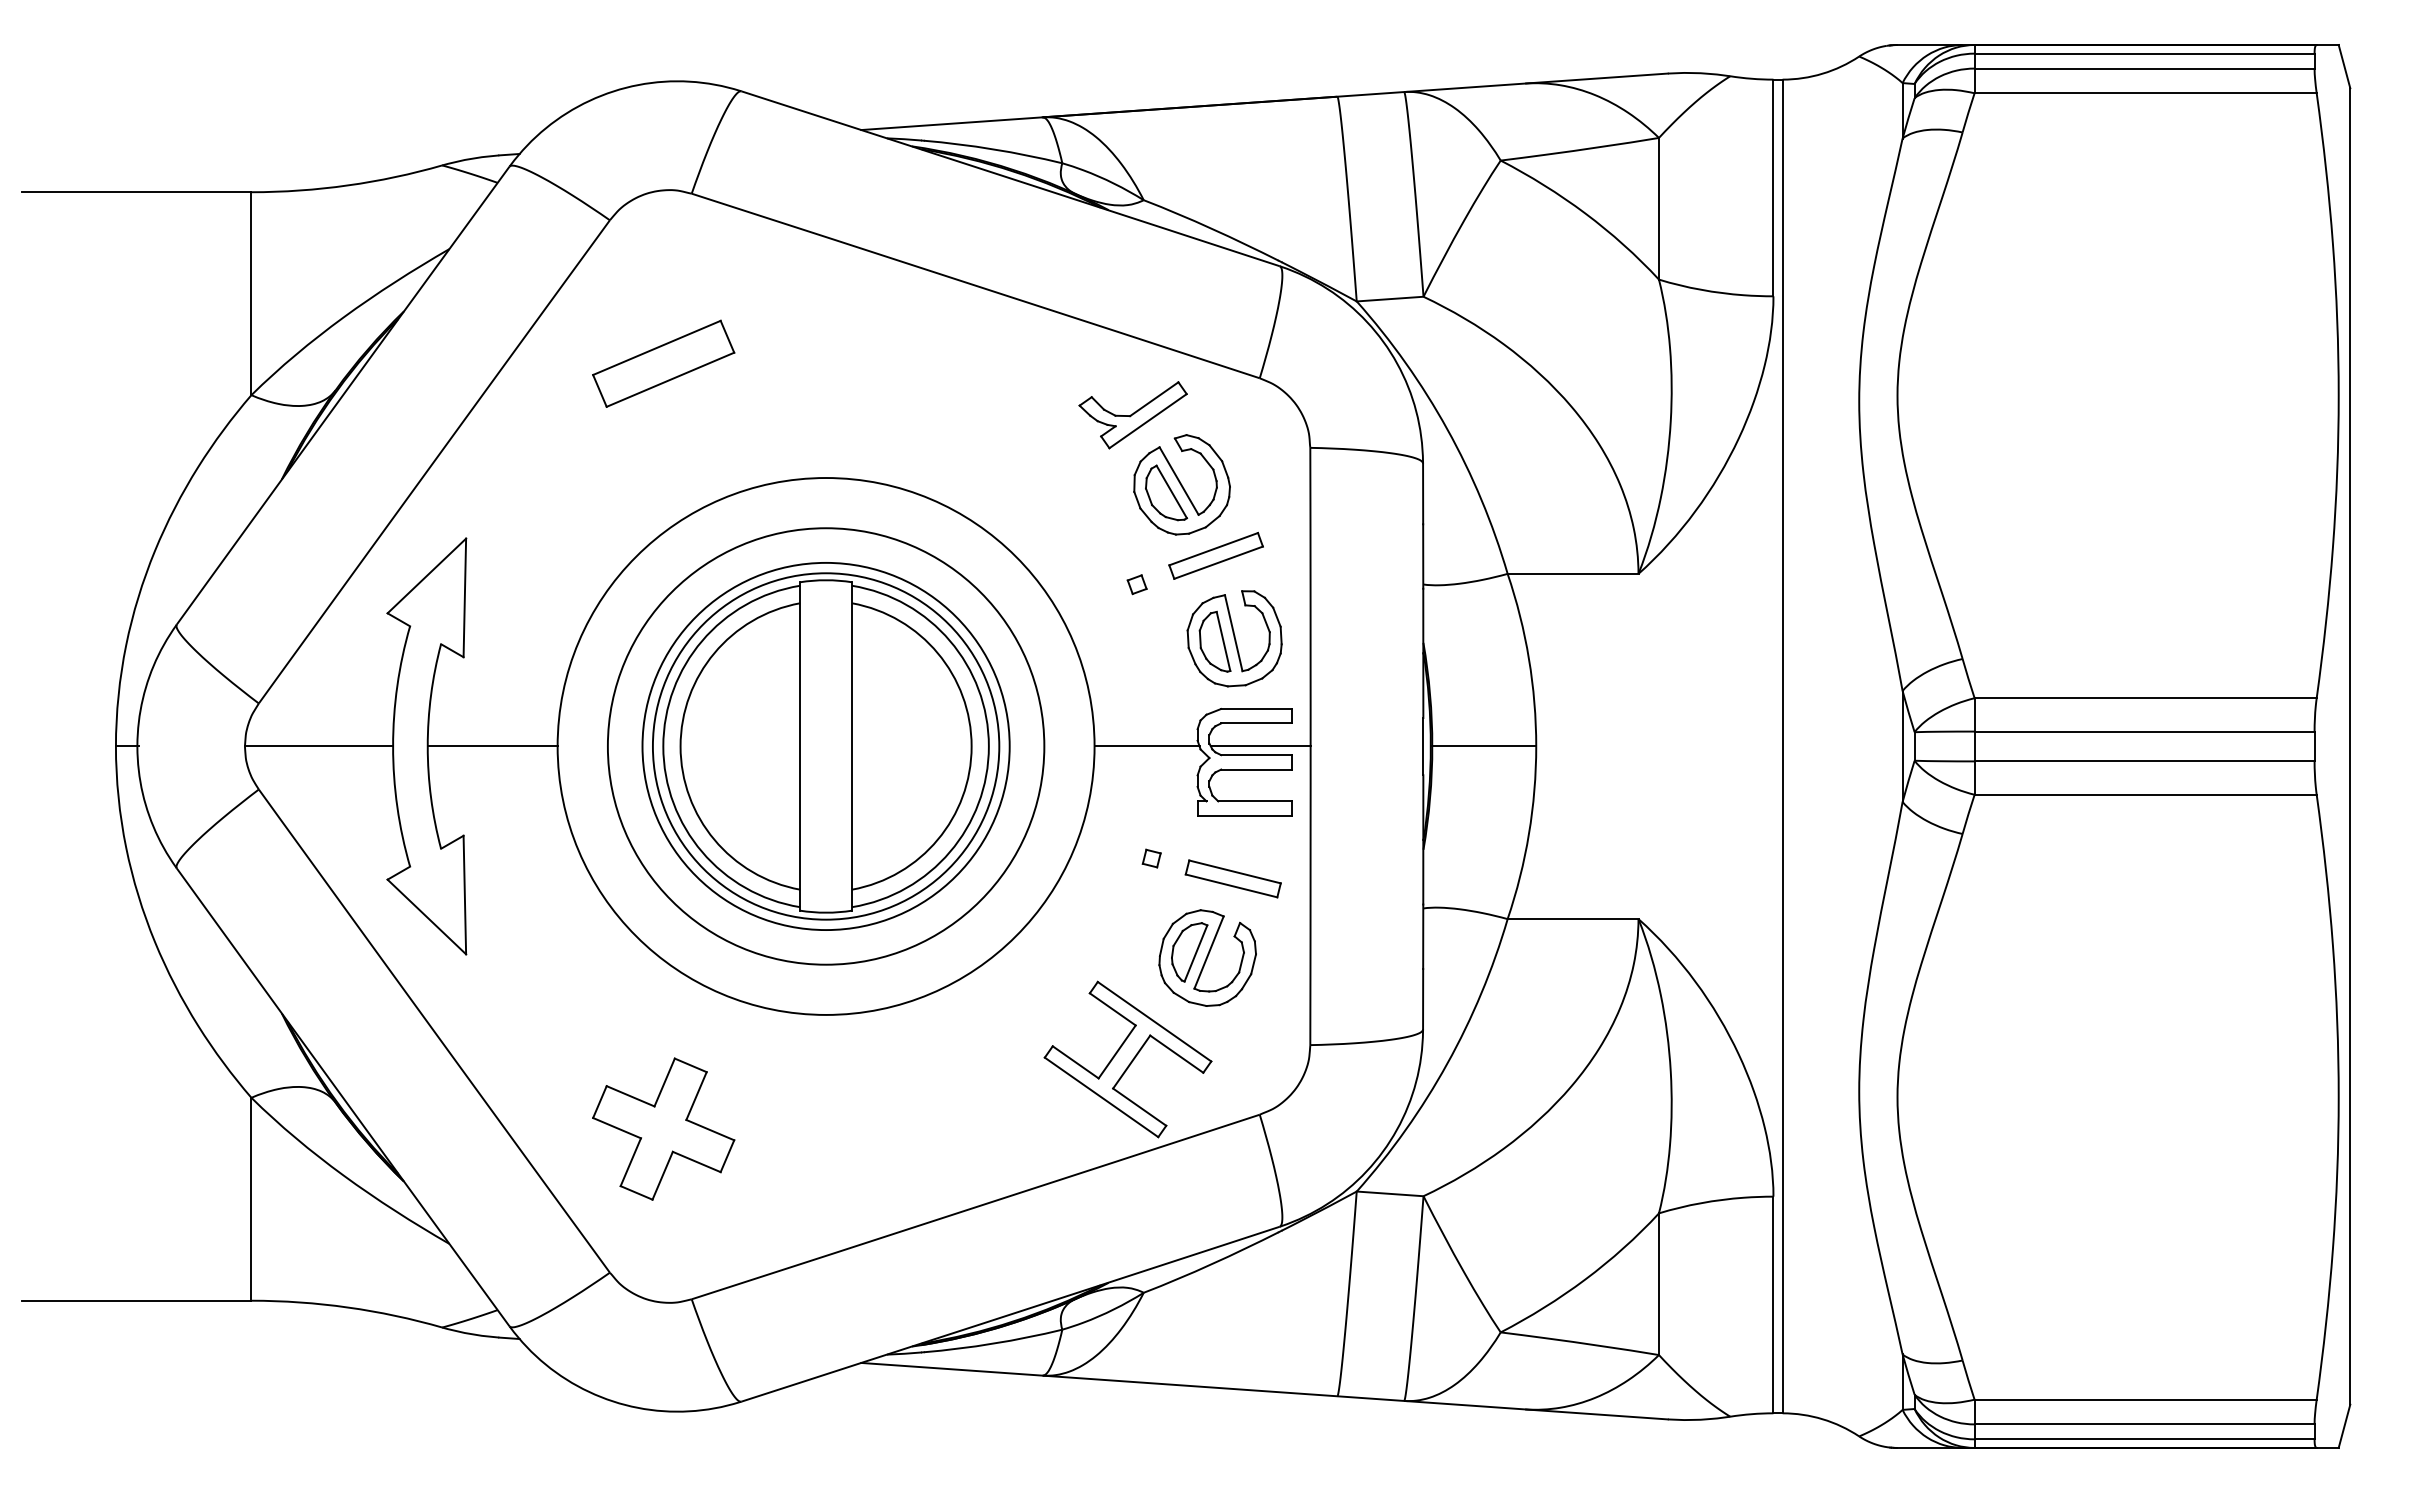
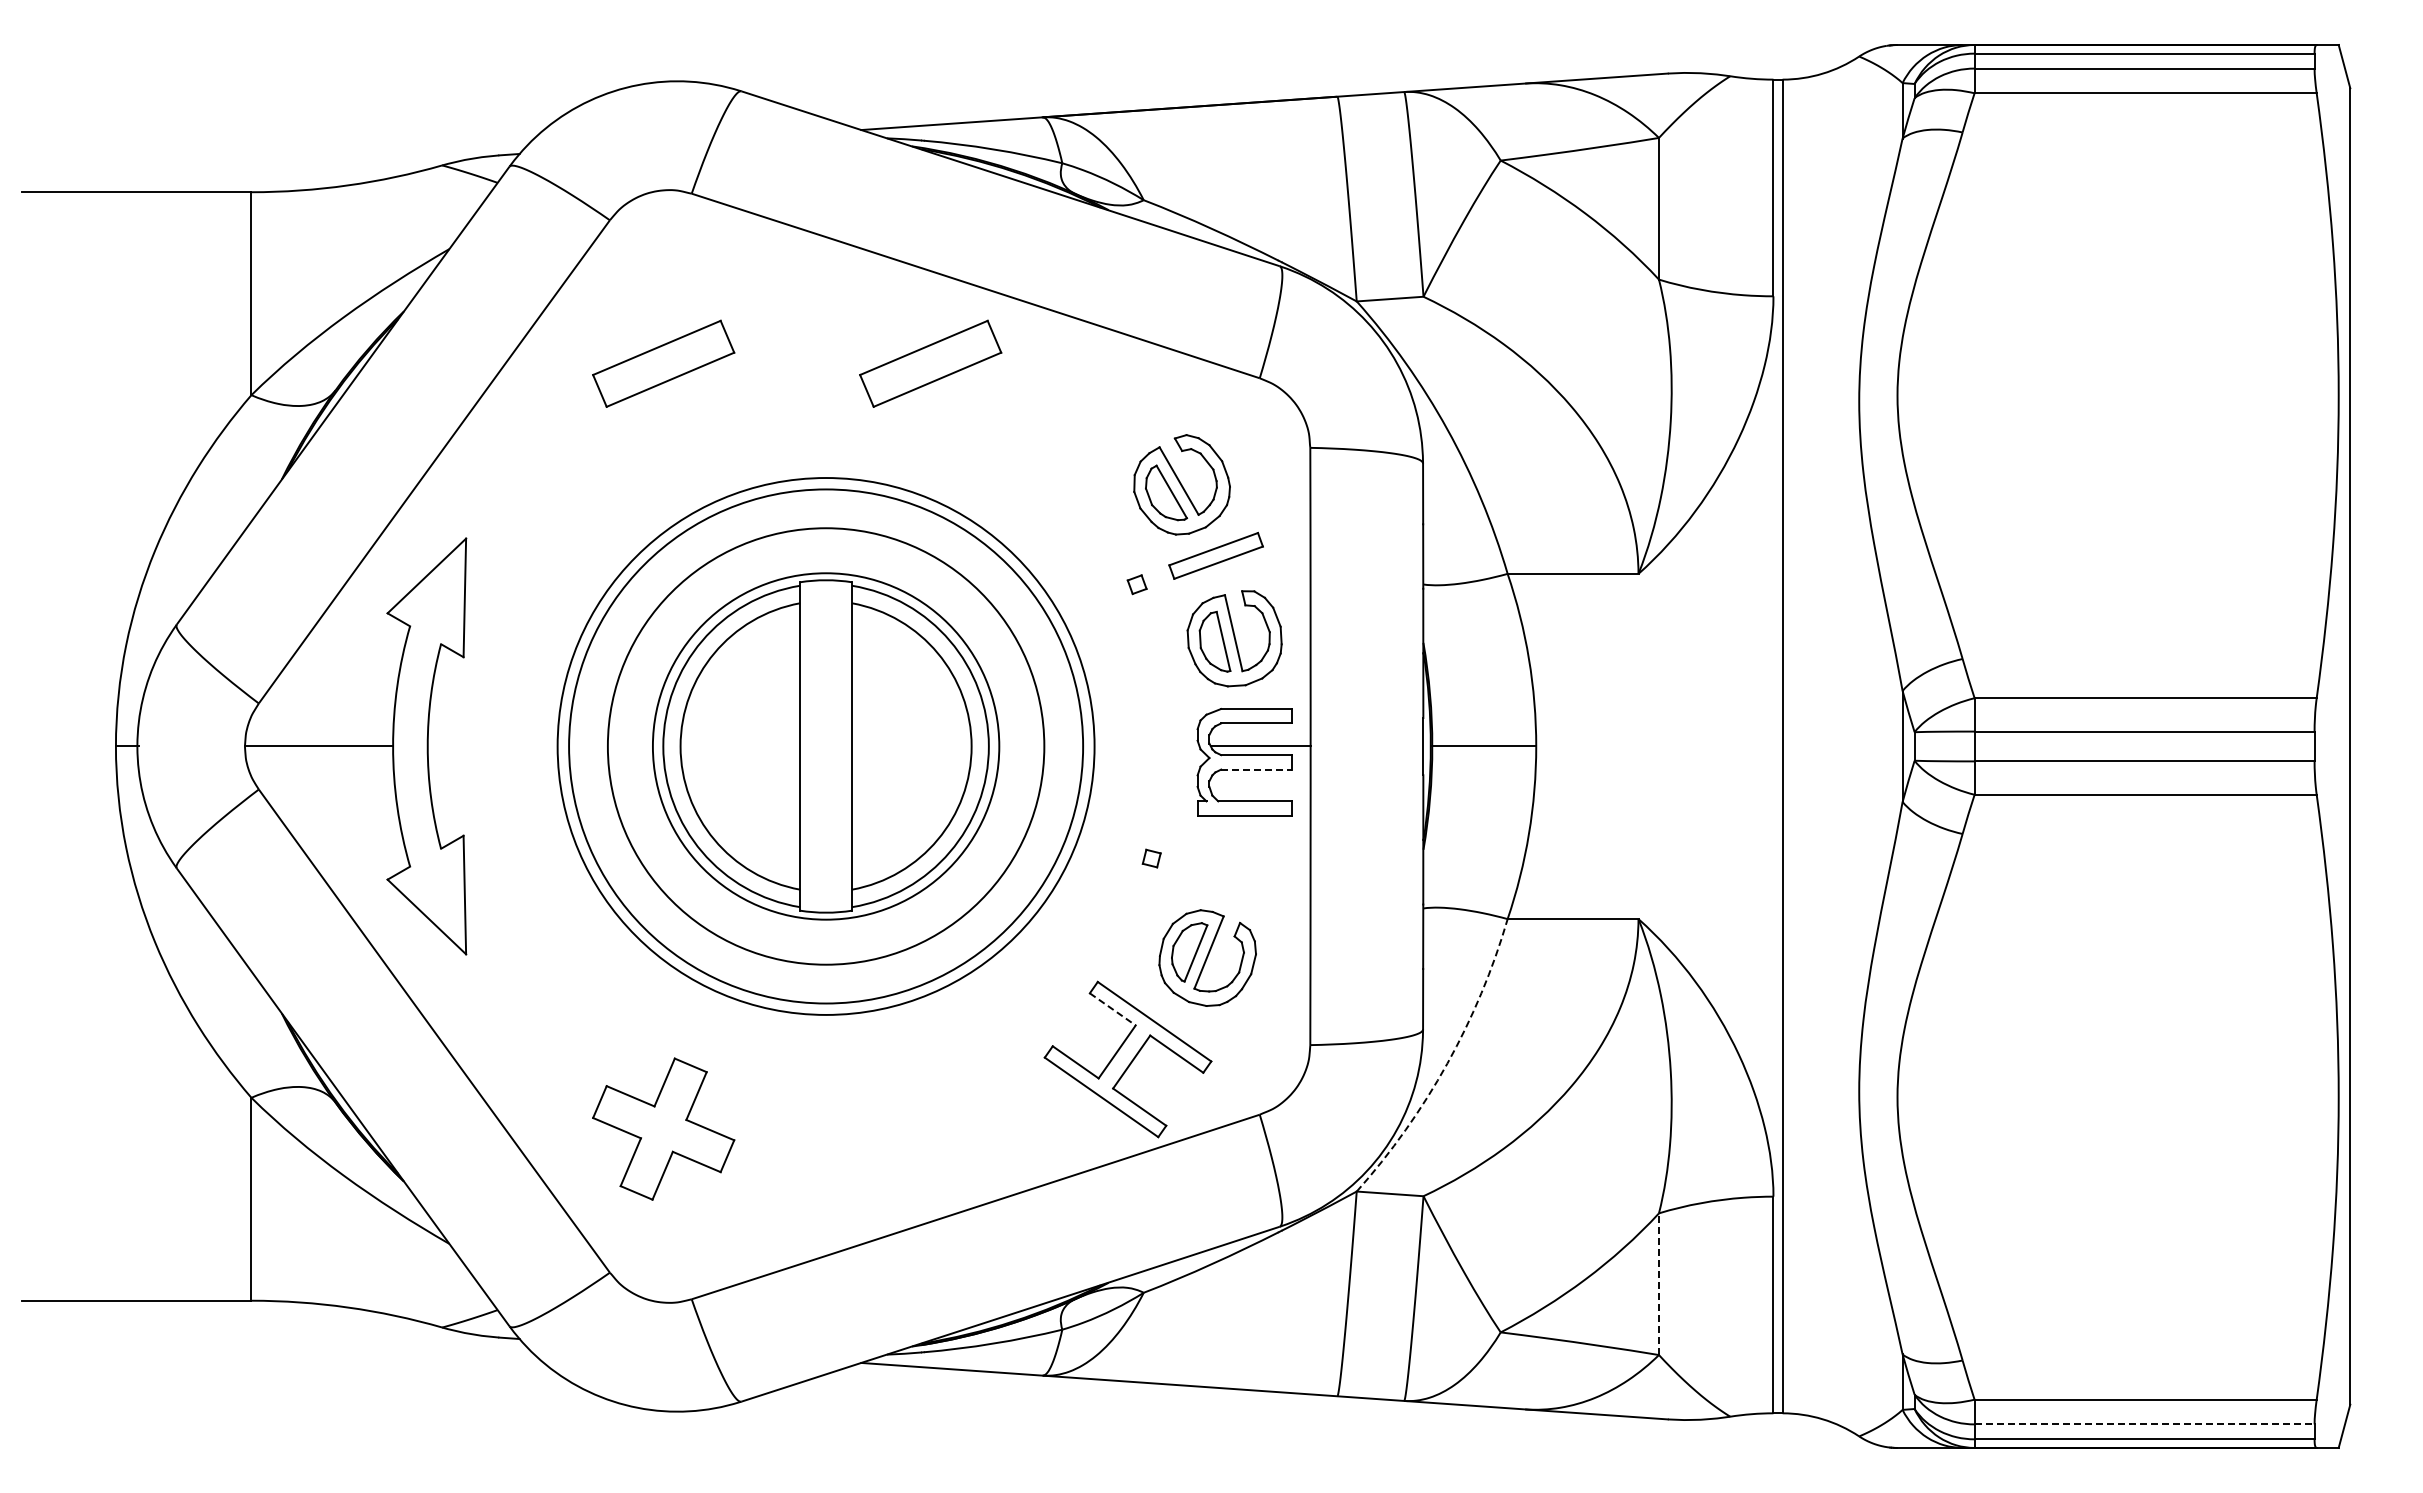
part at (930, 363): none -> present
part at (1132, 415): present -> none
line at (492, 746): present -> none
circle at (825, 746) diameter: 367 px -> 514 px
line at (1146, 746): present -> none
line at (1257, 769): solid -> dashed
part at (1232, 878): present -> none
line at (1112, 1009): solid -> dashed
arc at (1447, 1063): solid -> dashed
line at (1658, 1284): solid -> dashed
line at (2144, 1424): solid -> dashed
